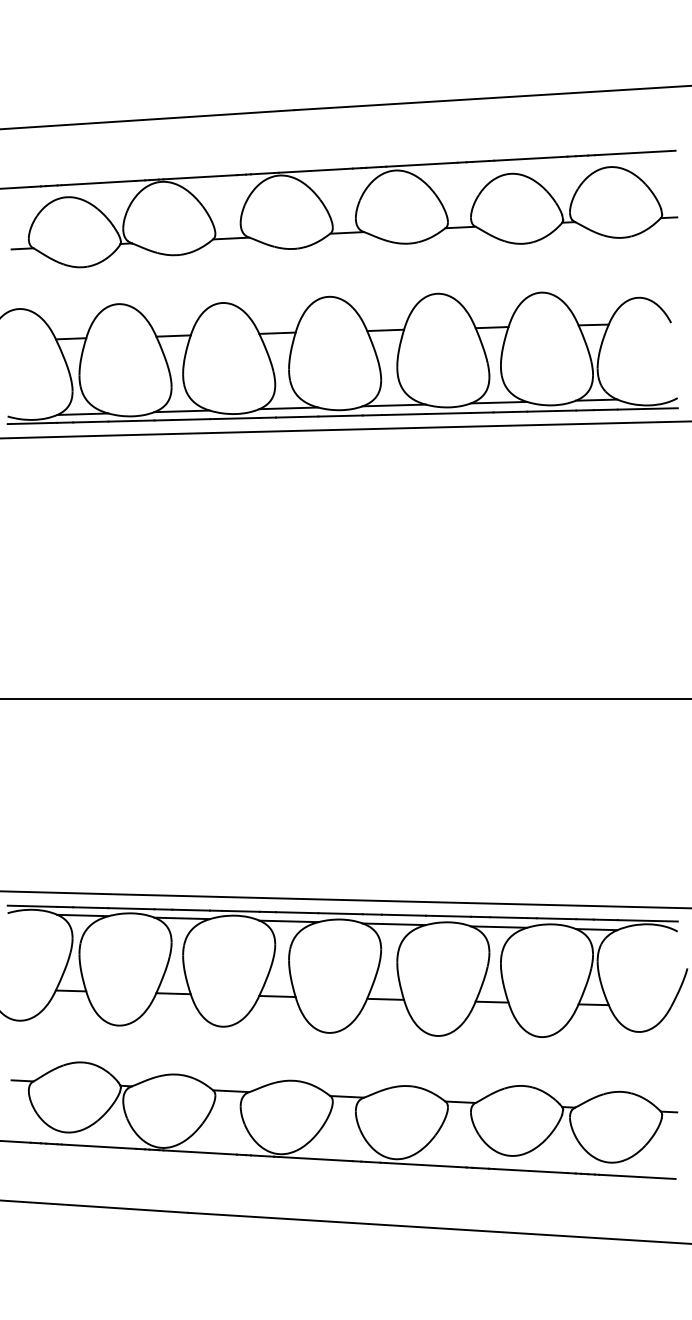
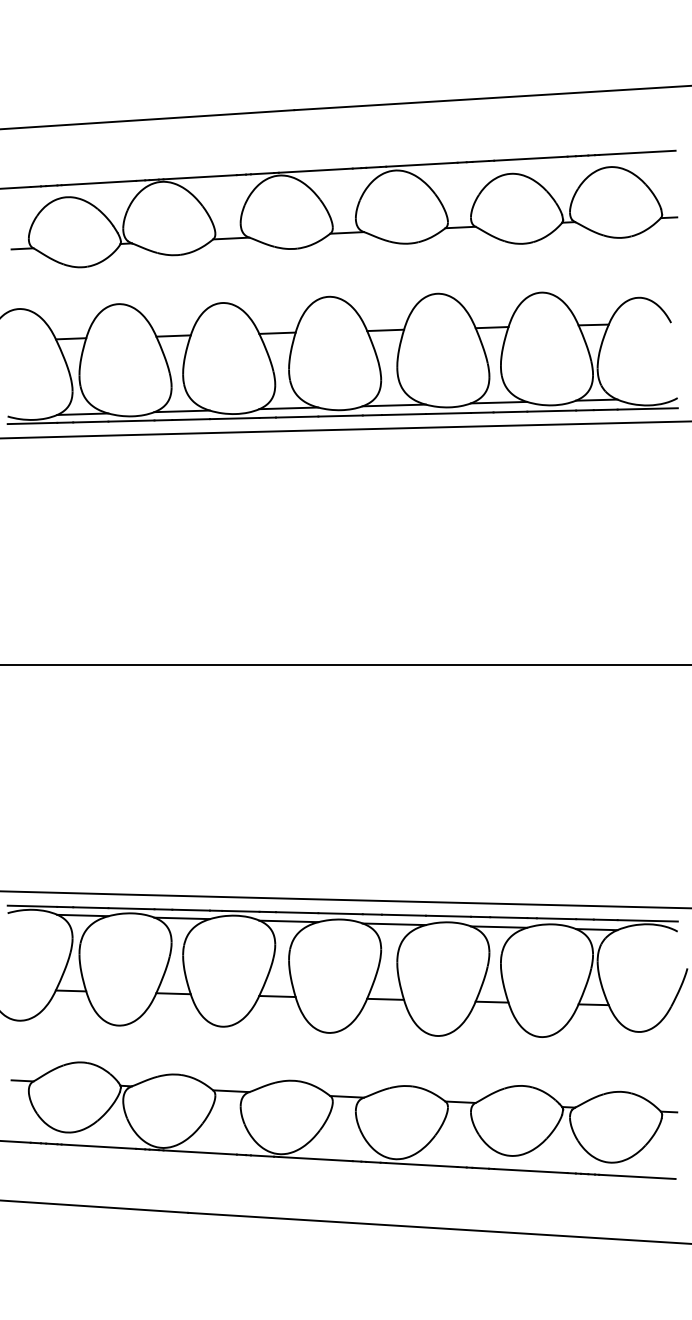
line at (345, 698) position: (345, 698) -> (345, 664)
